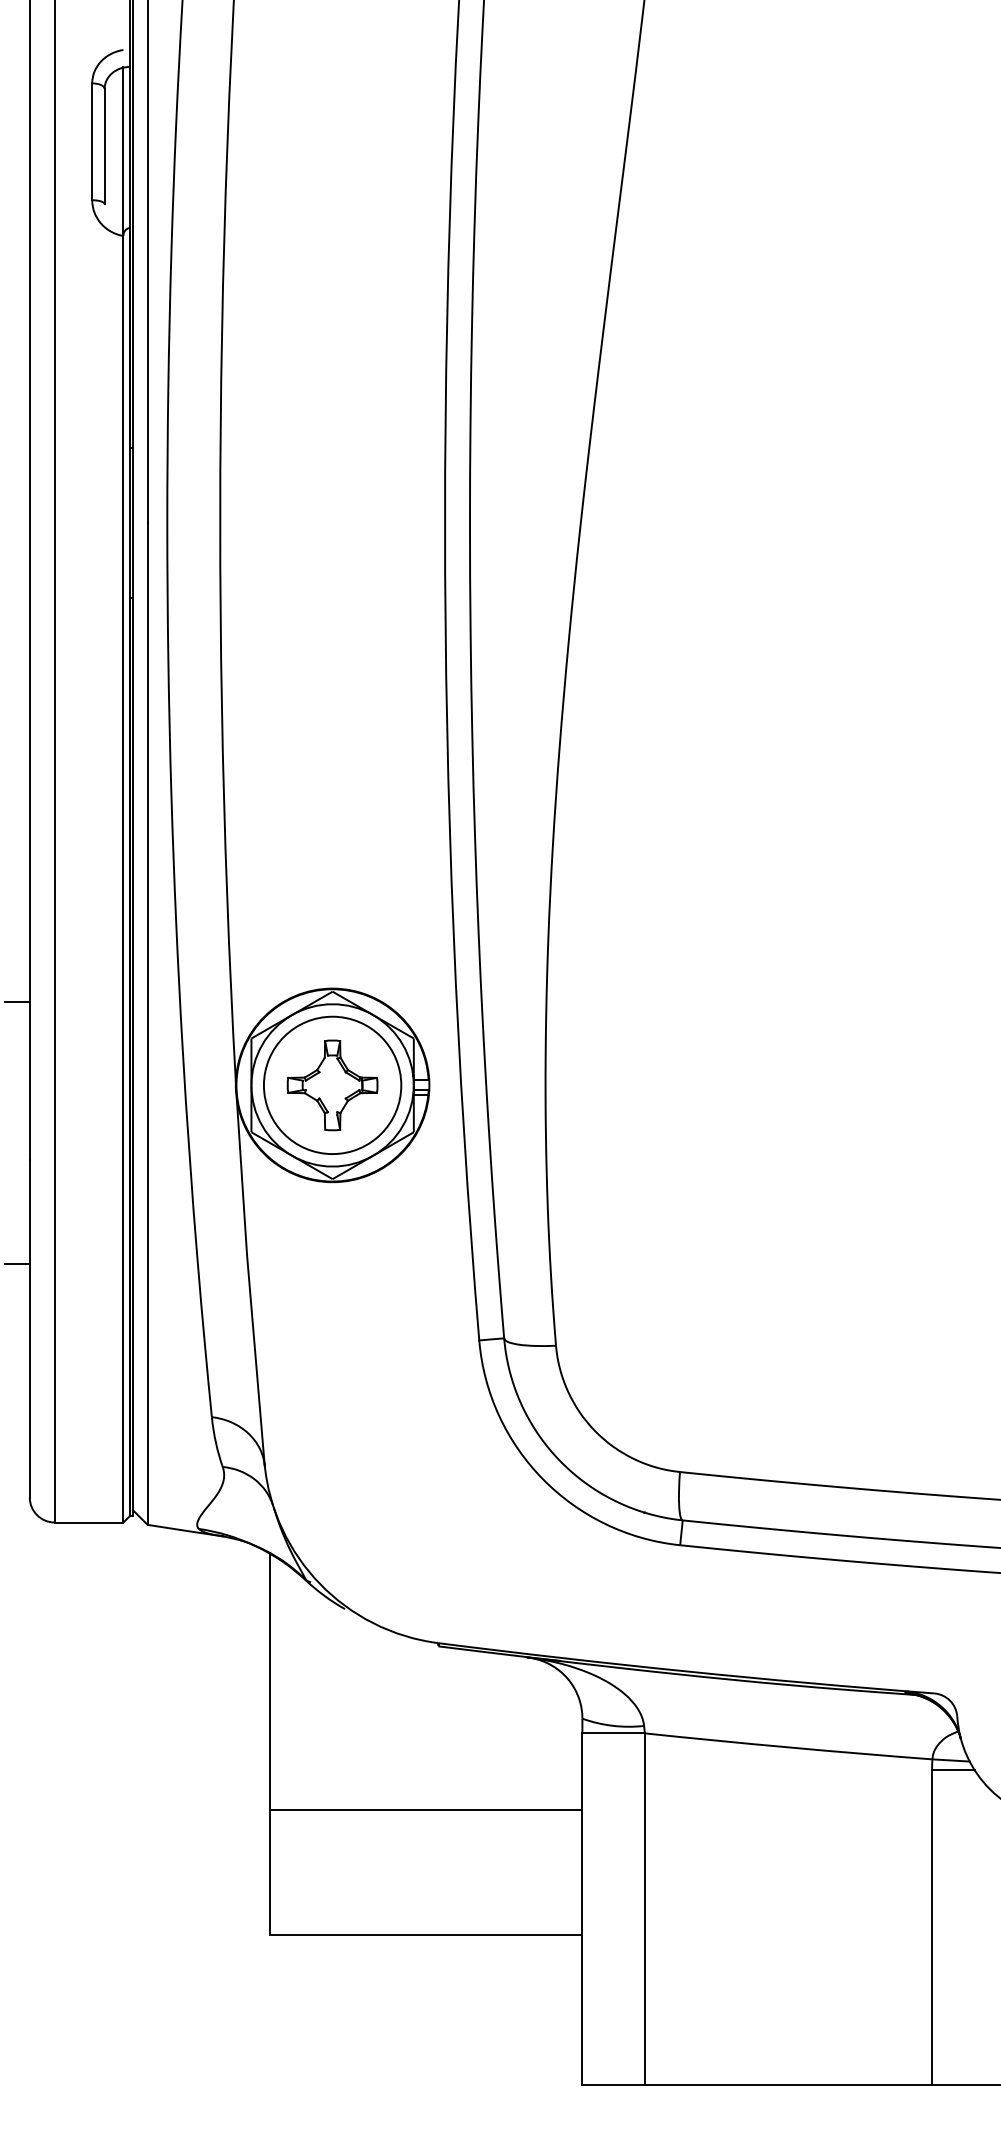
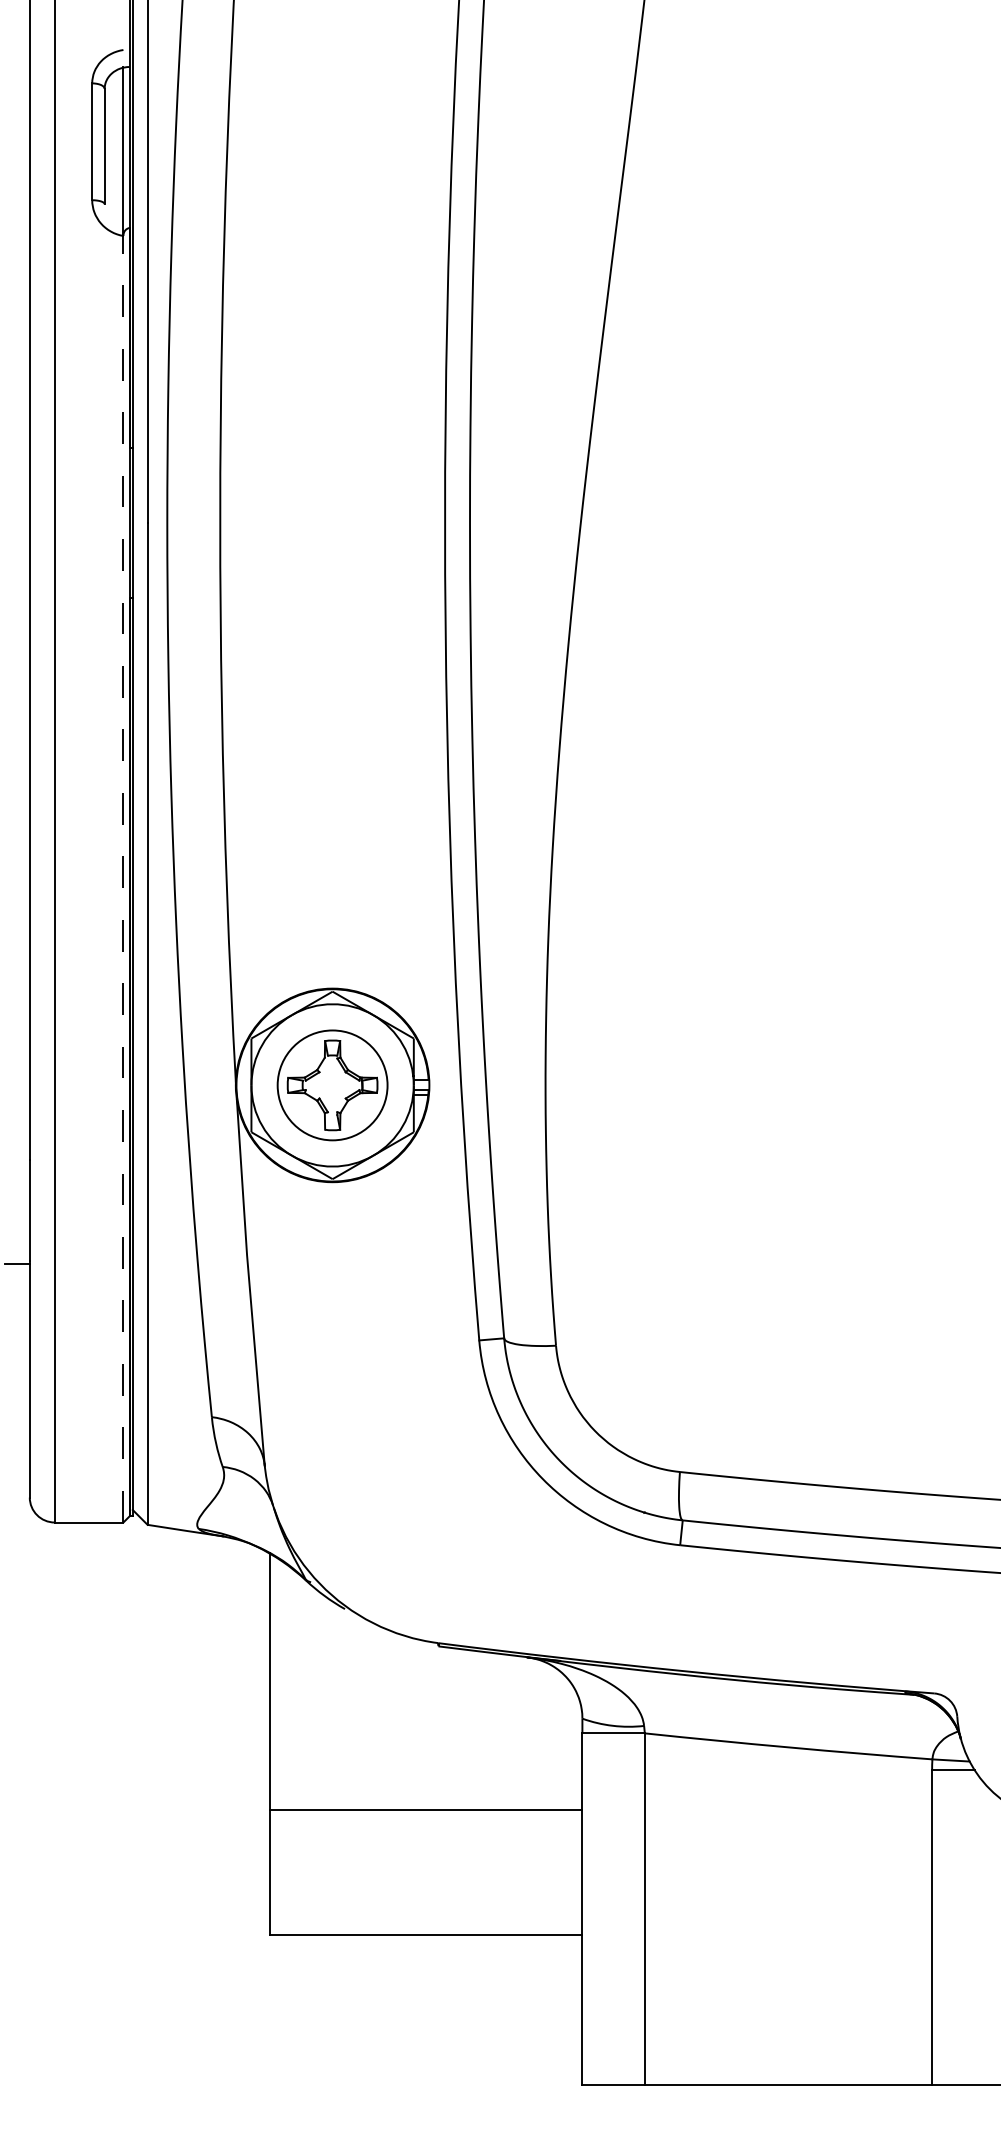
line at (123, 878): solid -> dashed
line at (16, 1001): present -> none
circle at (332, 1085) diameter: 137 px -> 110 px
